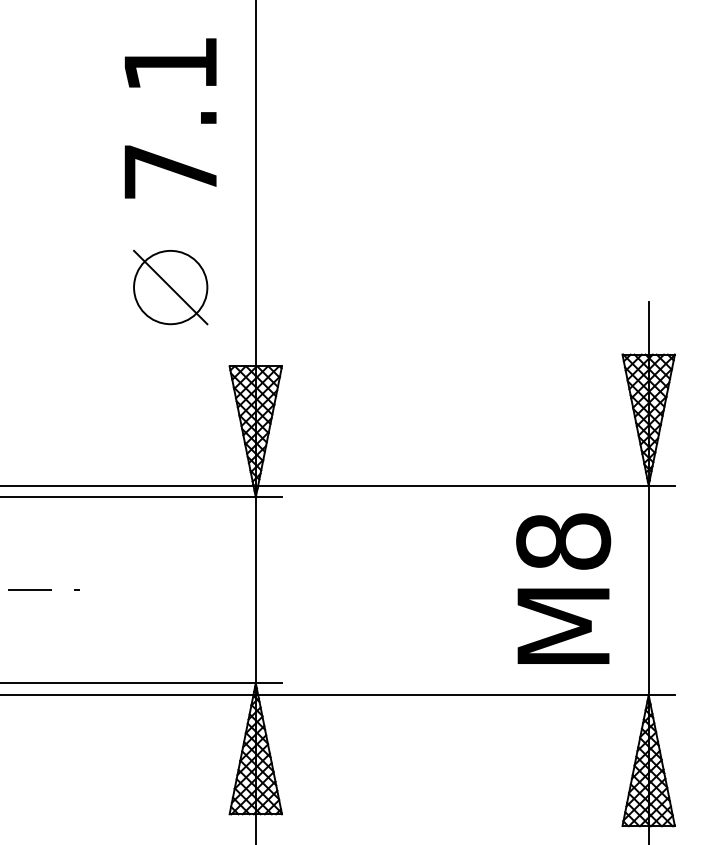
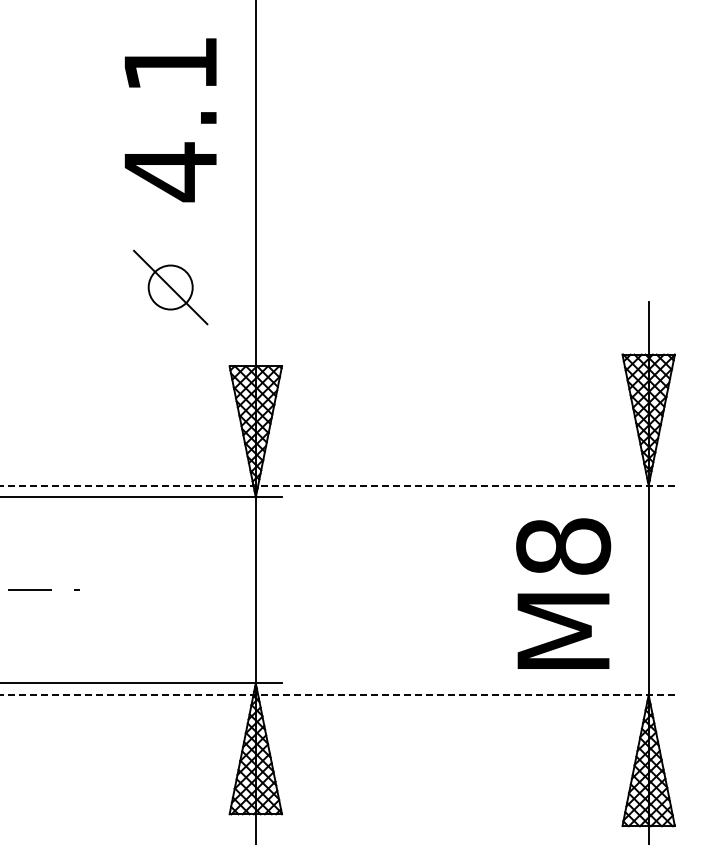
text at (170, 172): 7.1 -> 4.1
circle at (170, 287) diameter: 73 px -> 44 px
line at (337, 485): solid -> dashed
text at (563, 588) position: (563, 588) -> (563, 593)
line at (338, 695): solid -> dashed
